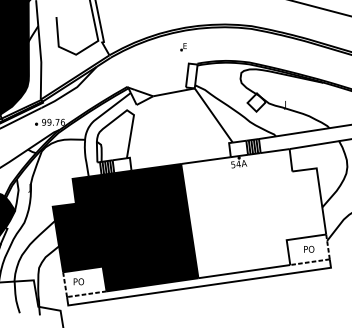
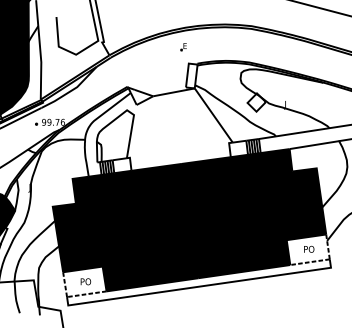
fill at (253, 213): none -> present
text at (78, 281) position: (78, 281) -> (85, 281)
